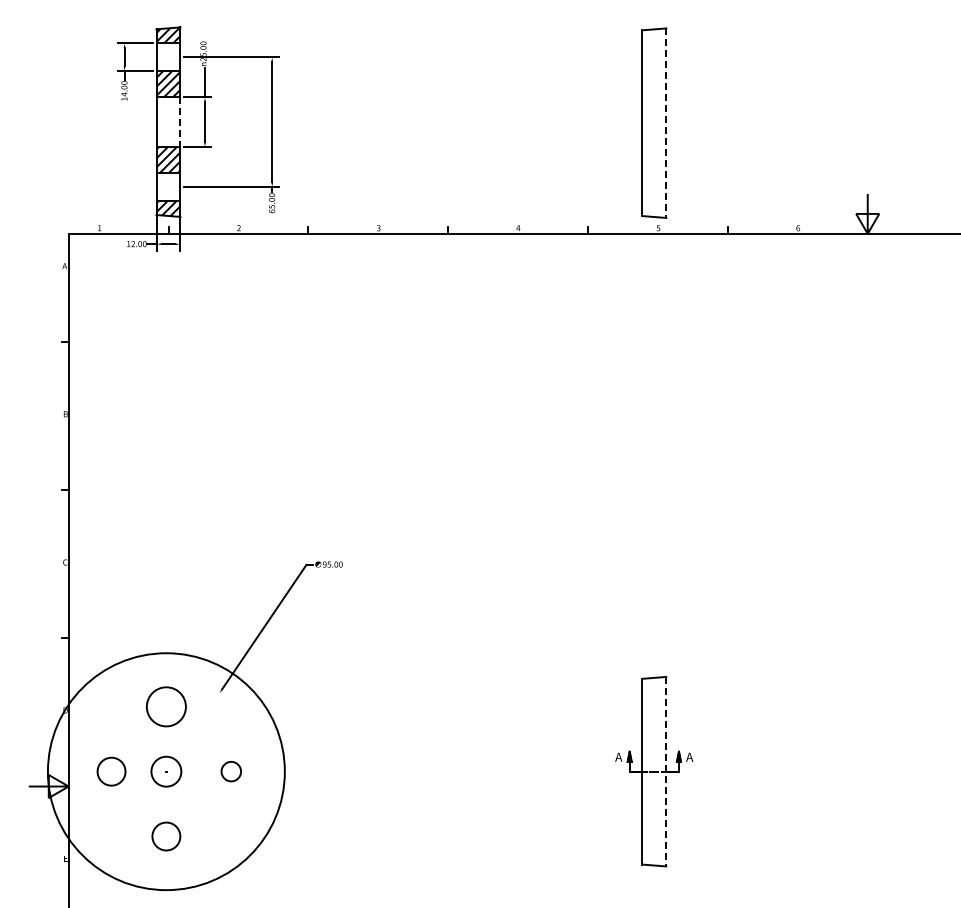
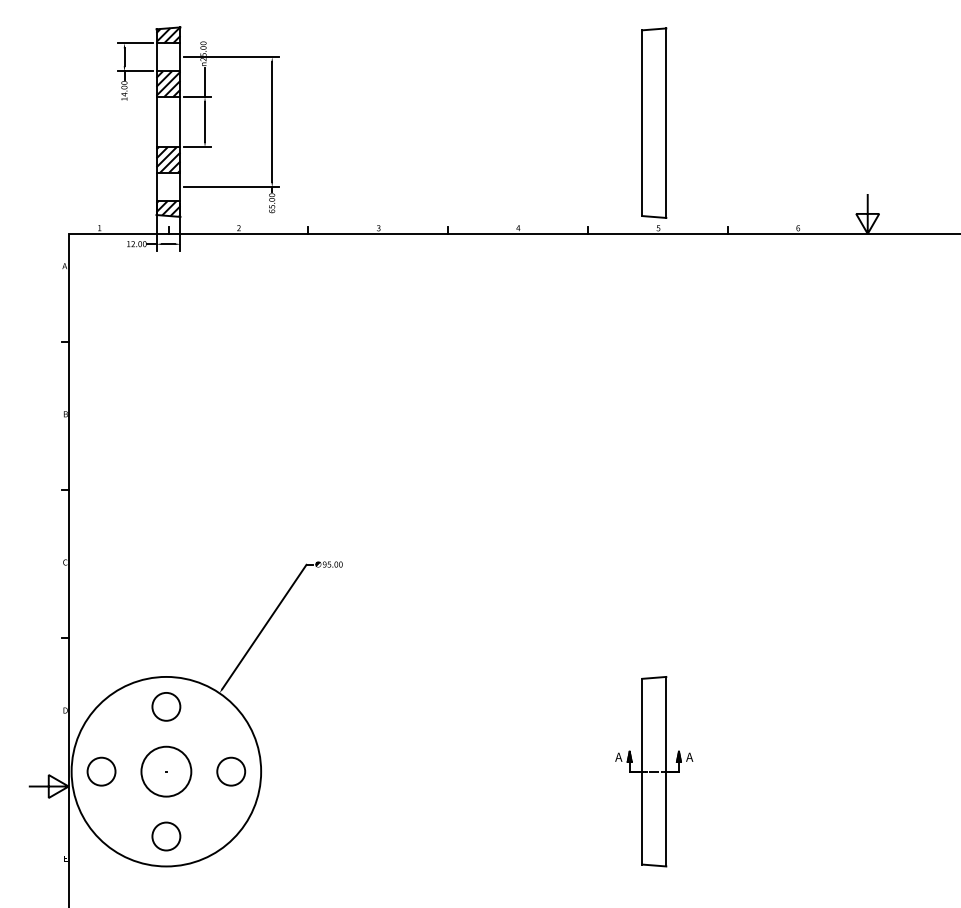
line at (180, 122): dashed -> solid
line at (666, 123): dashed -> solid
circle at (165, 706) diameter: 39 px -> 28 px
circle at (111, 771) position: (111, 771) -> (101, 771)
circle at (165, 771) diameter: 237 px -> 190 px
circle at (166, 771) diameter: 30 px -> 50 px
circle at (230, 771) size: 22x22 px -> 31x31 px
line at (666, 771): dashed -> solid
